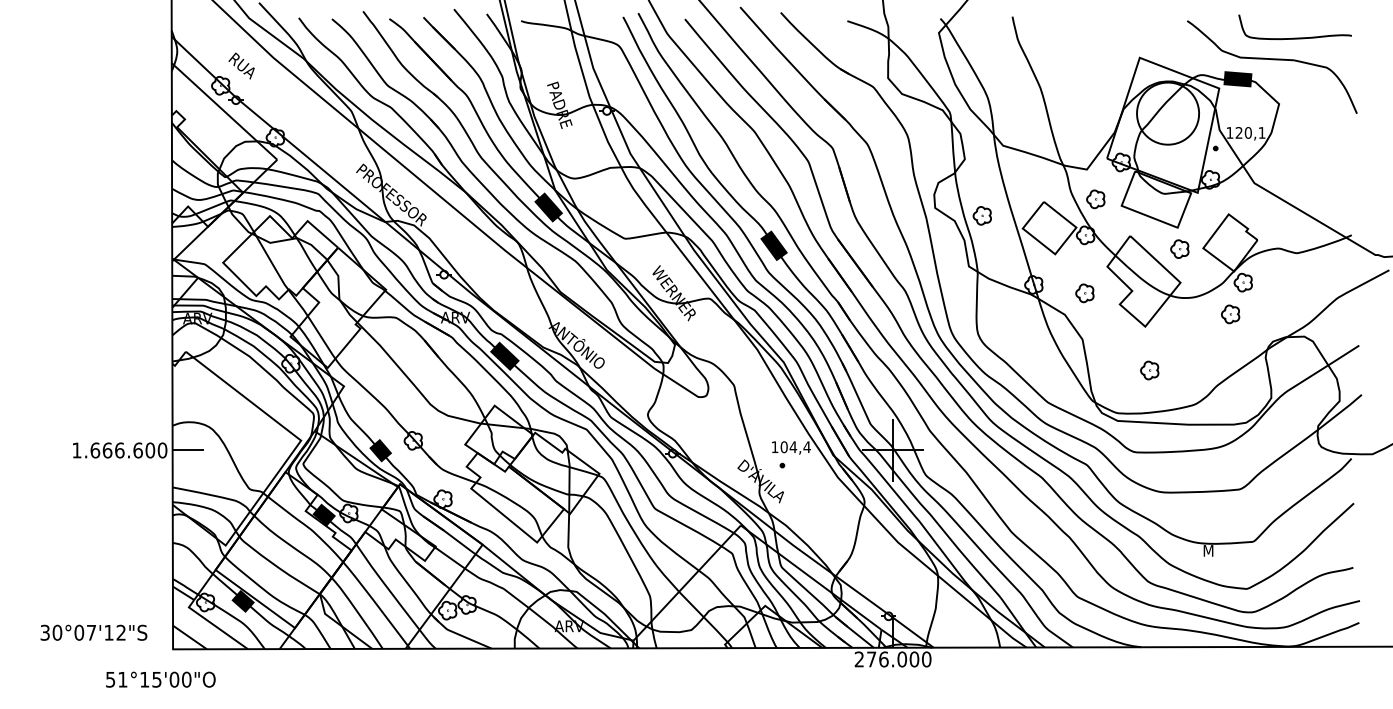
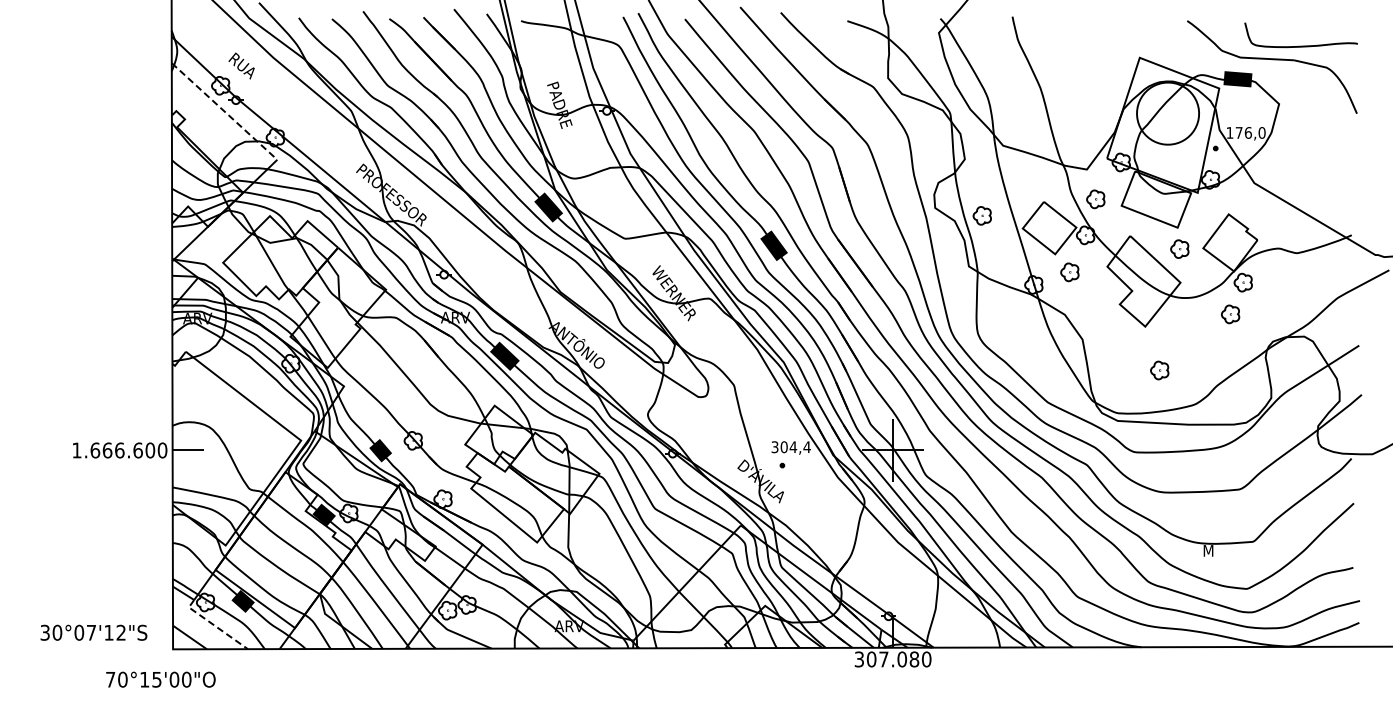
curve at (1294, 37) position: (1294, 37) -> (1300, 45)
line at (224, 111): solid -> dashed
text at (1250, 132): 120,1 -> 176,0
part at (1084, 293) position: (1084, 293) -> (1069, 272)
part at (1149, 370) position: (1149, 370) -> (1159, 370)
text at (774, 447): 104,4 -> 304,4
line at (213, 625): solid -> dashed
text at (886, 659): 276.000 -> 307.080
text at (116, 679): 51°15'00"O -> 70°15'00"O
